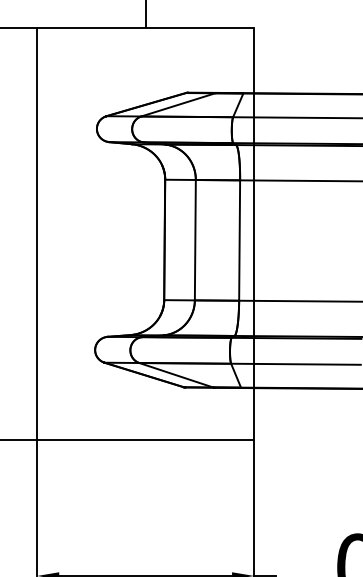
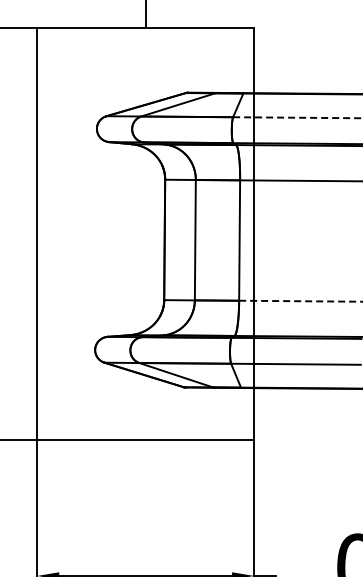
line at (297, 117): solid -> dashed
line at (301, 301): solid -> dashed
